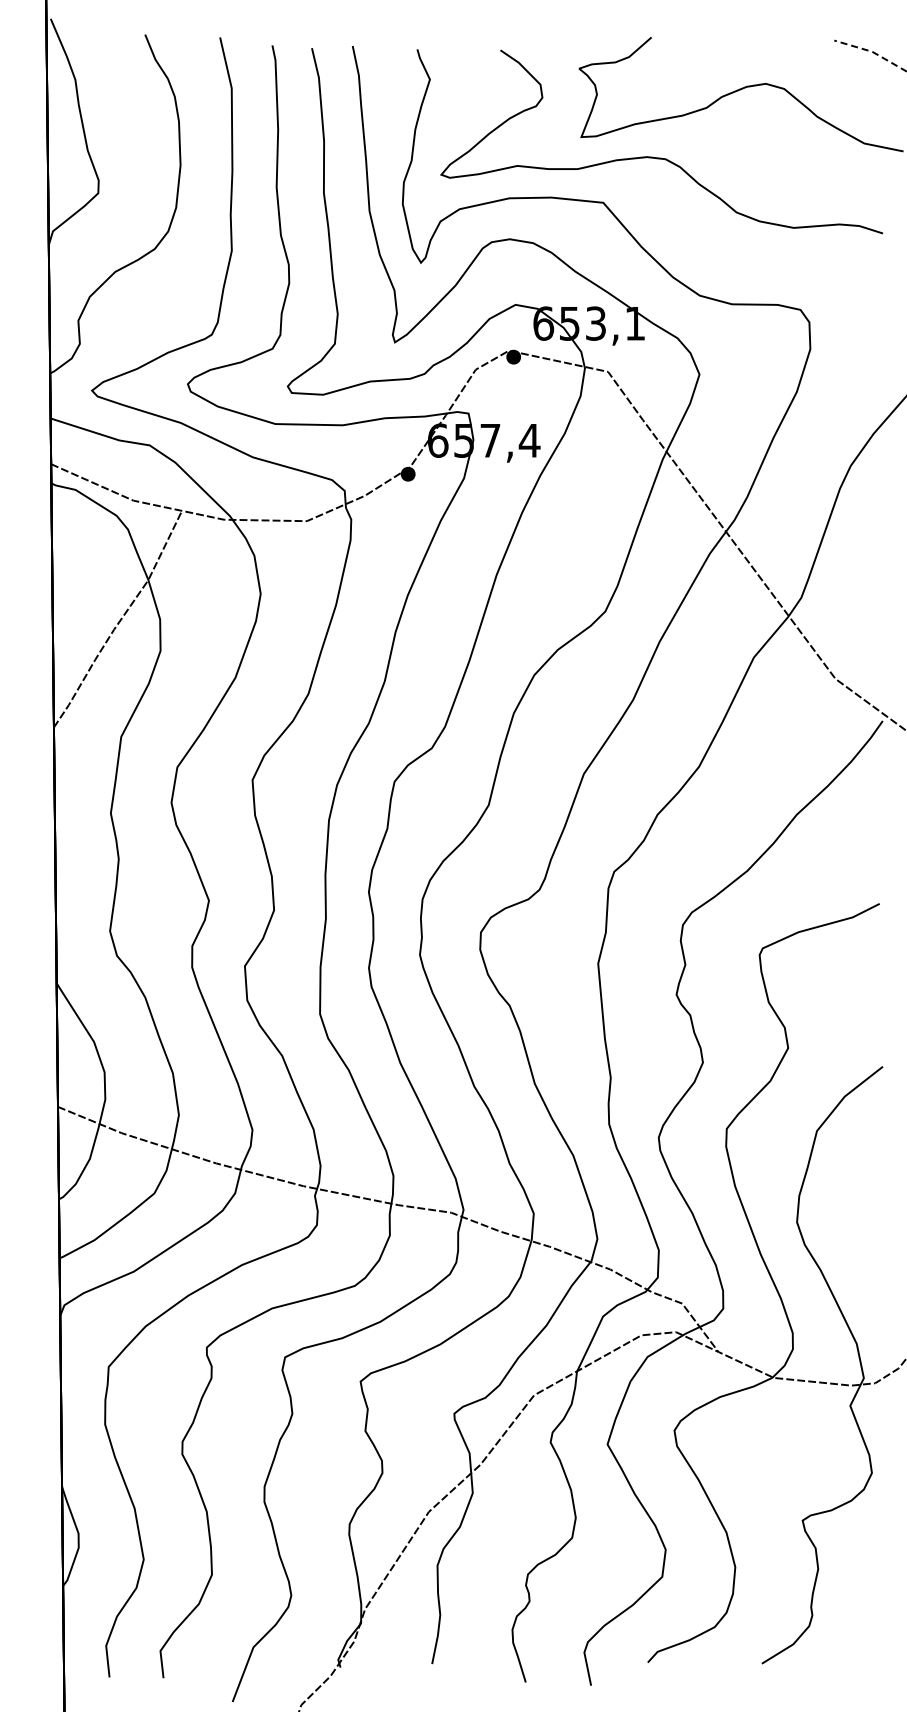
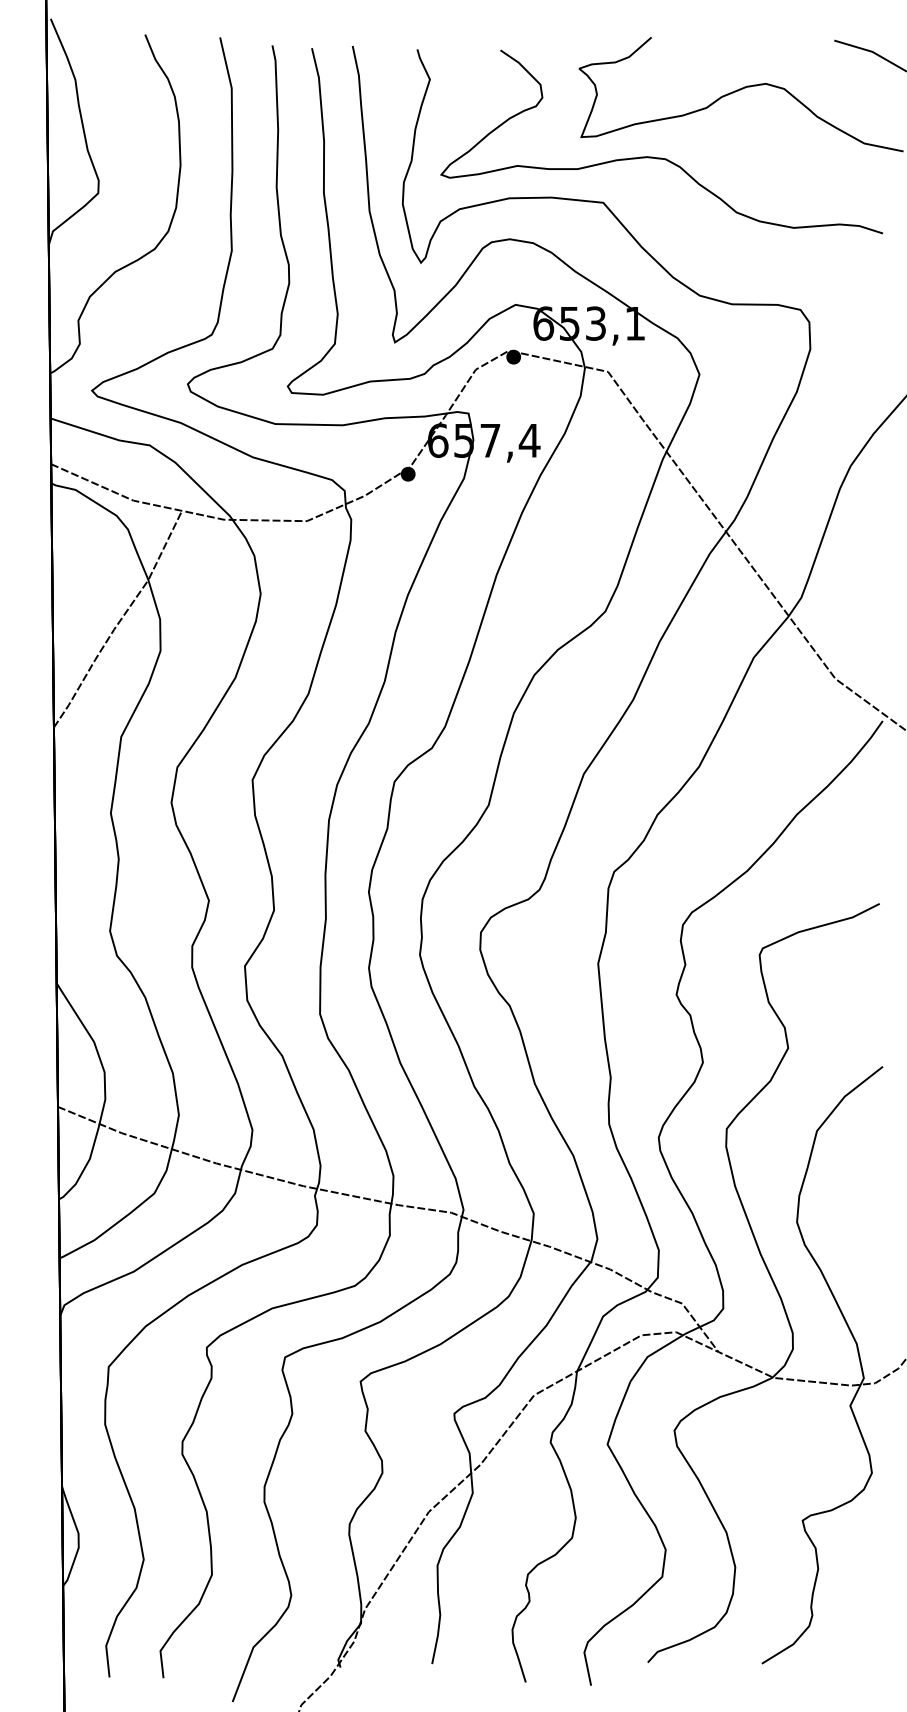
line at (872, 51): dashed -> solid
